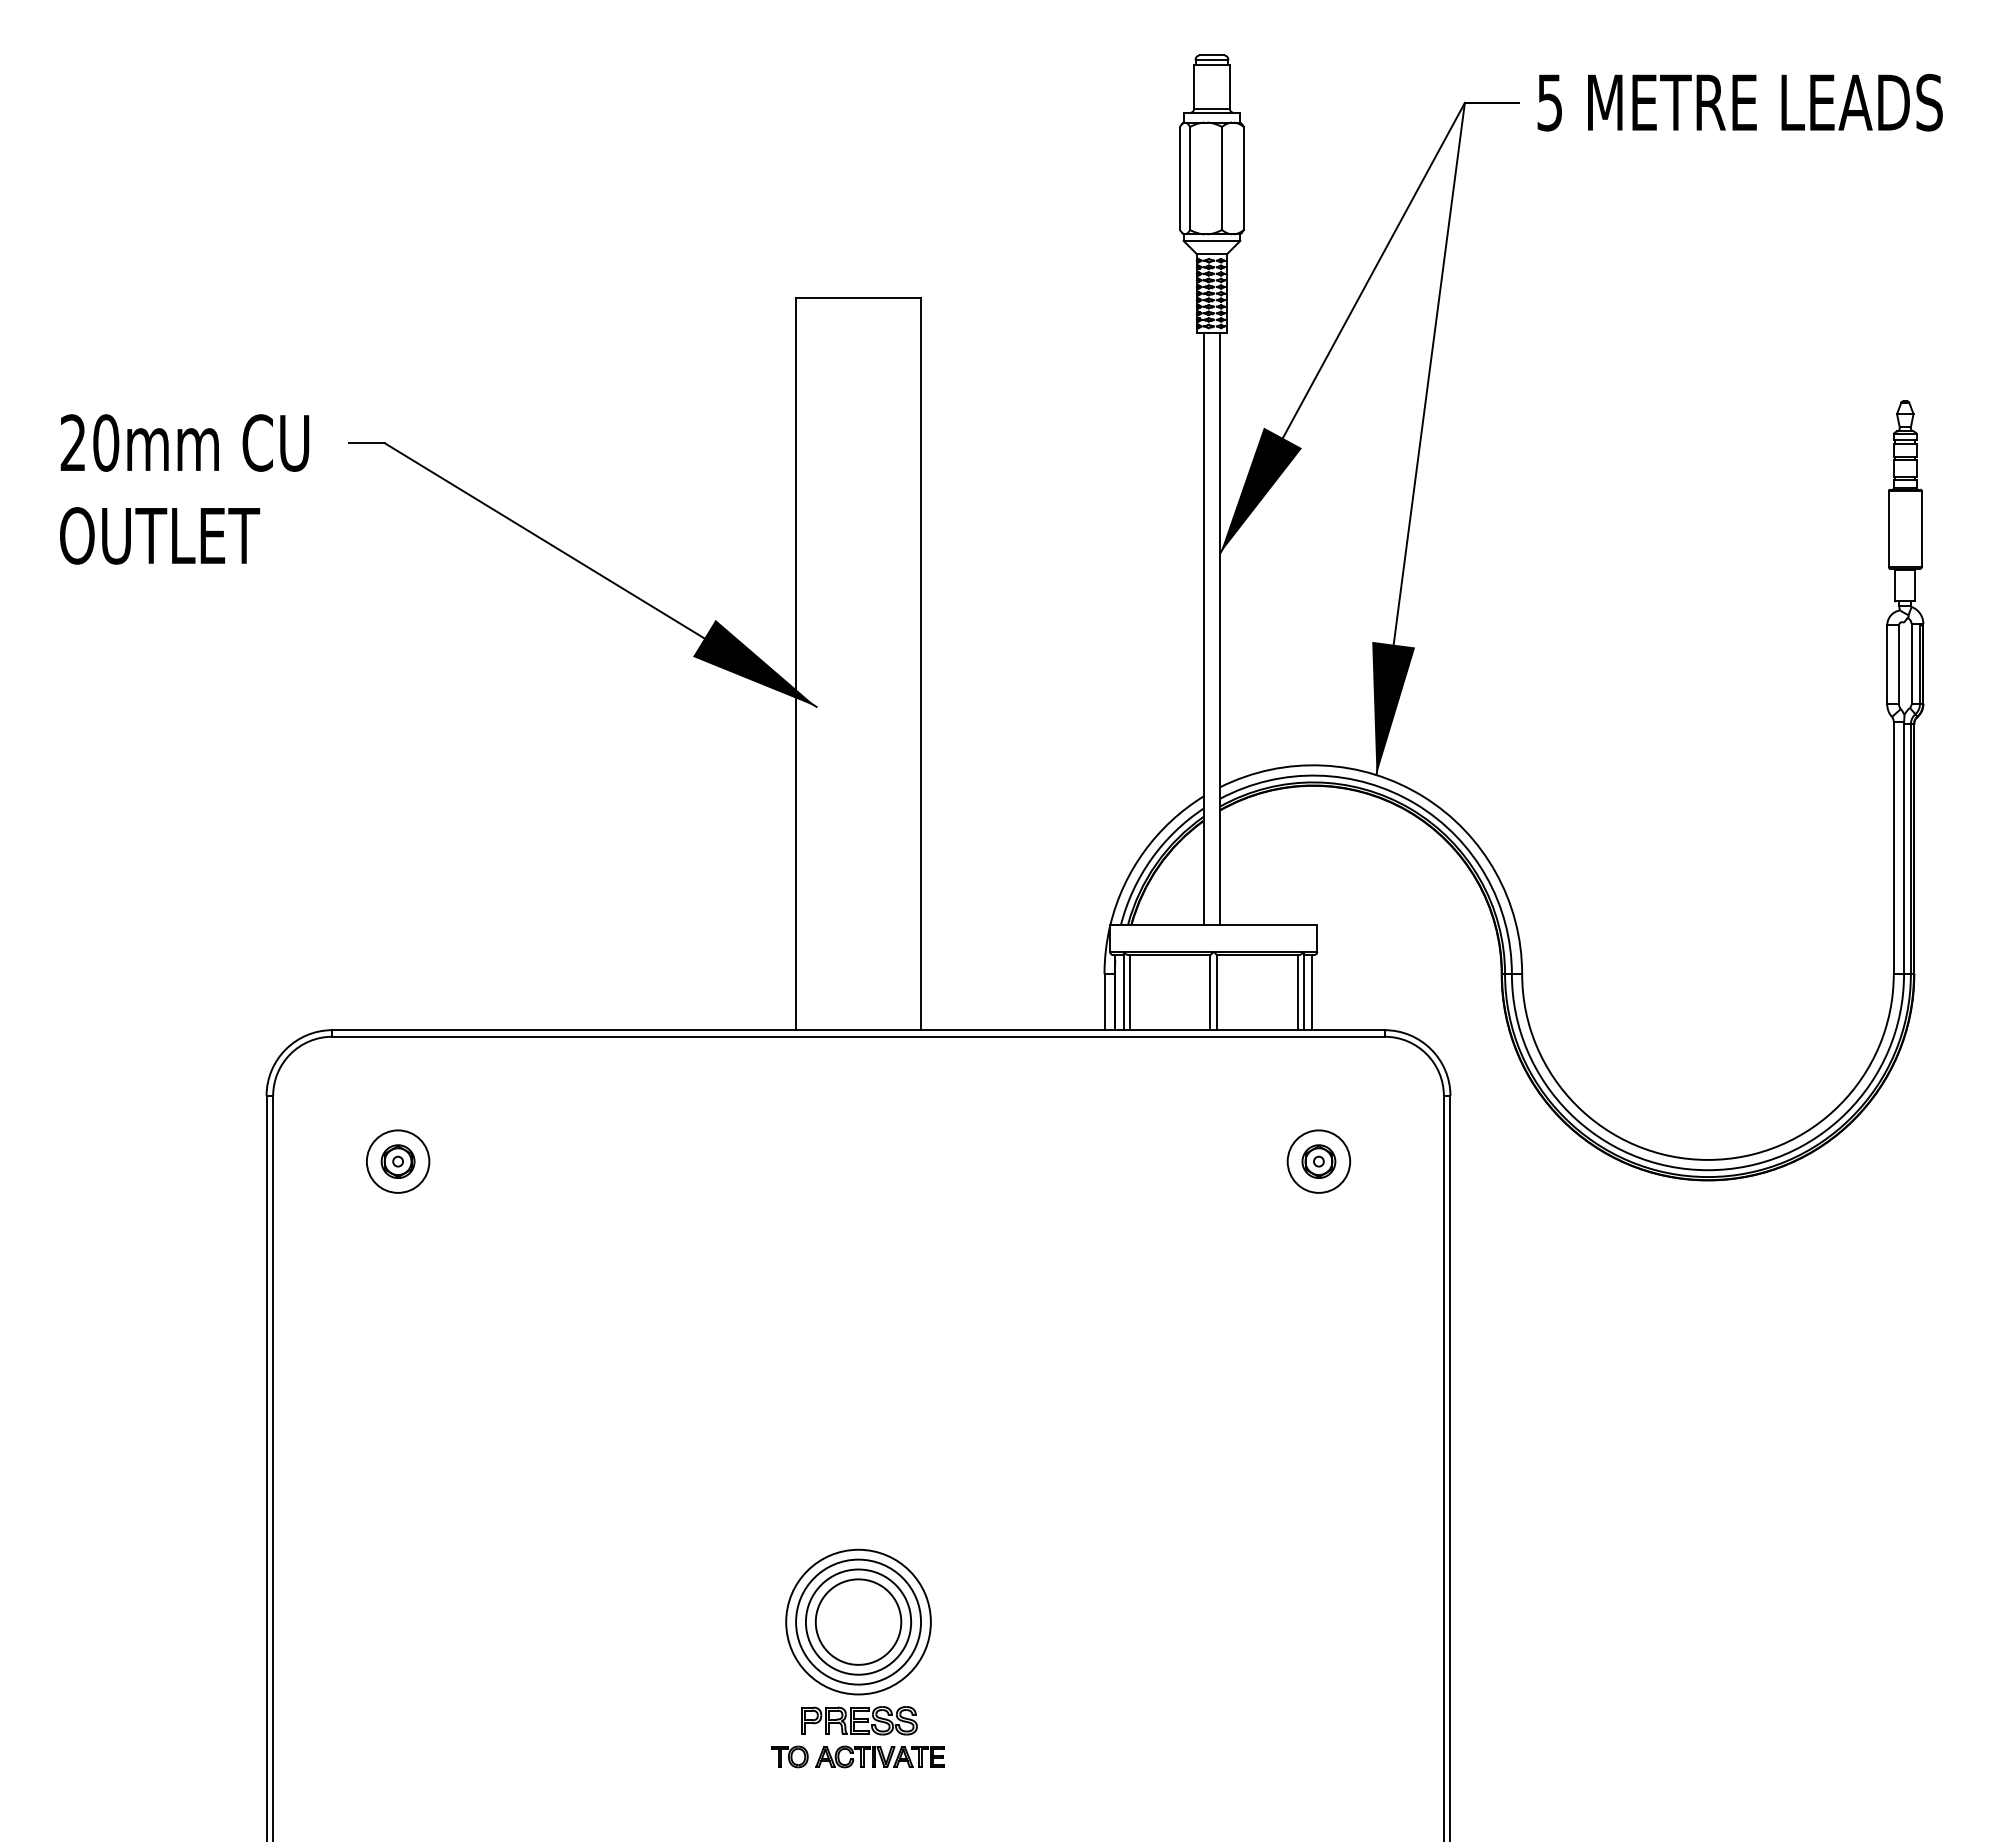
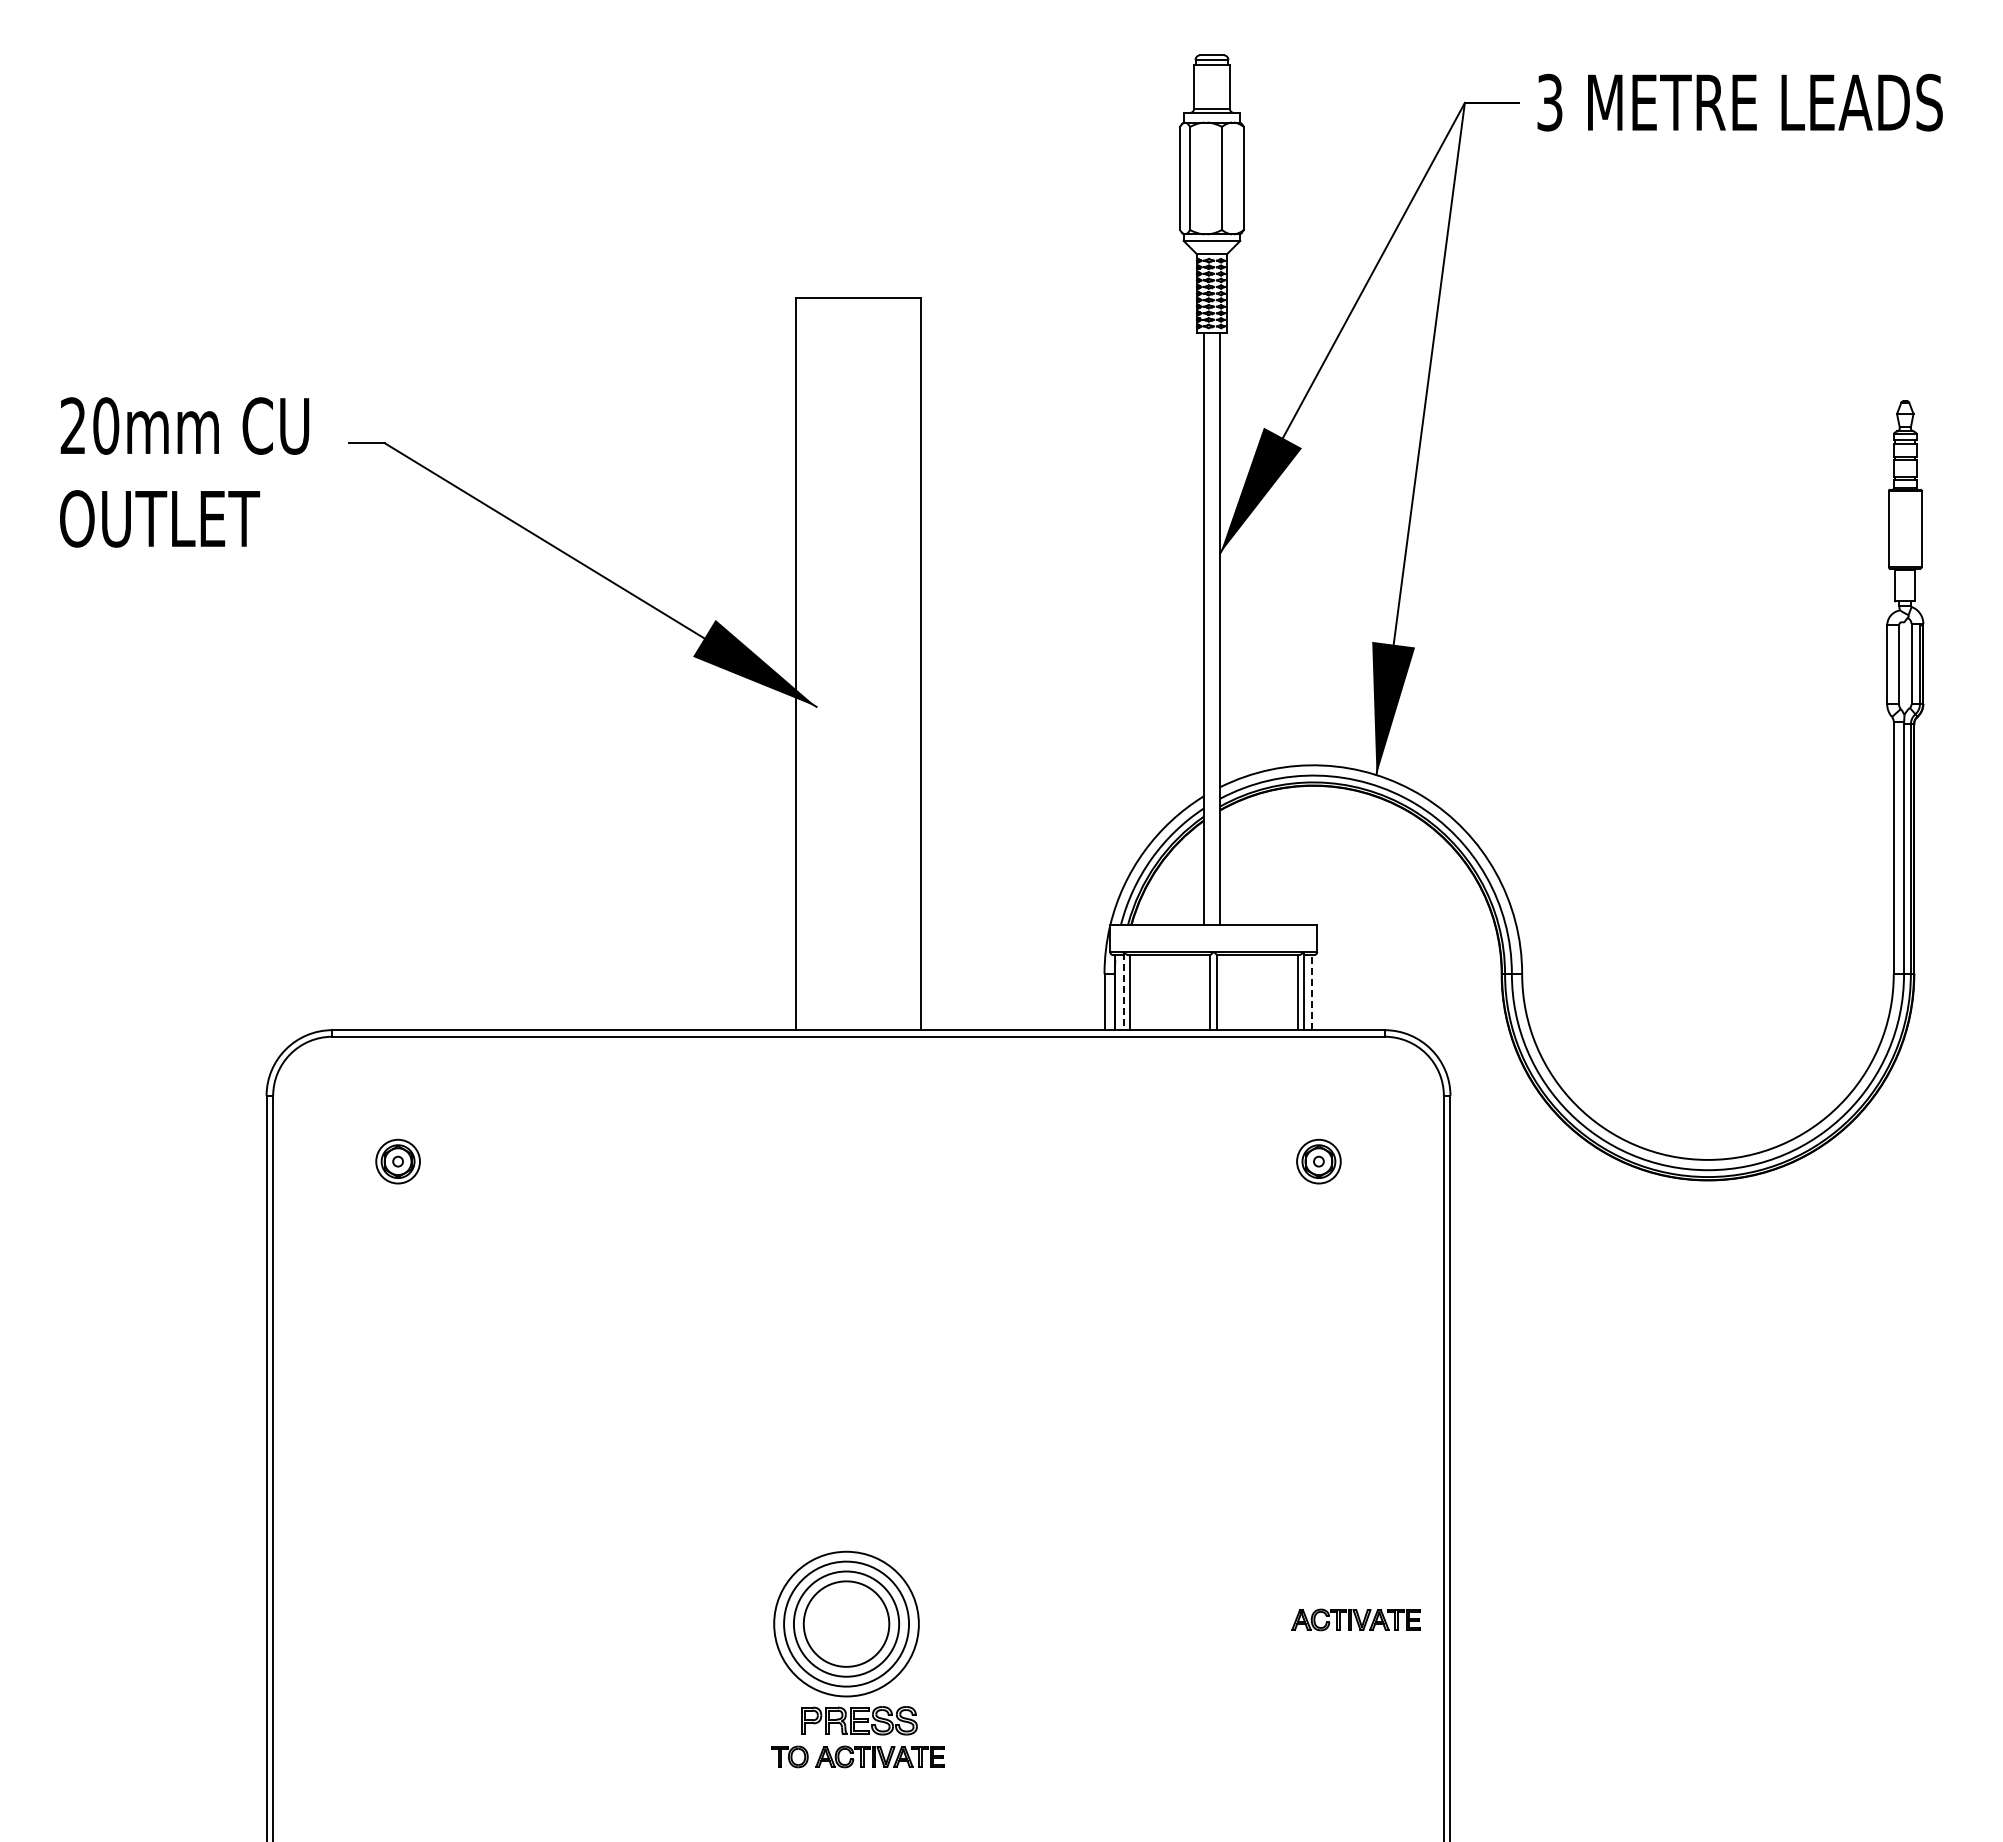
text at (1550, 101): 5 -> 3
text at (184, 489) position: (184, 489) -> (184, 472)
line at (1123, 992): solid -> dashed
line at (1312, 992): solid -> dashed
circle at (397, 1161) diameter: 62 px -> 44 px
circle at (1318, 1161) diameter: 62 px -> 44 px
part at (1355, 1619): none -> present
part at (858, 1621) position: (858, 1621) -> (846, 1623)
